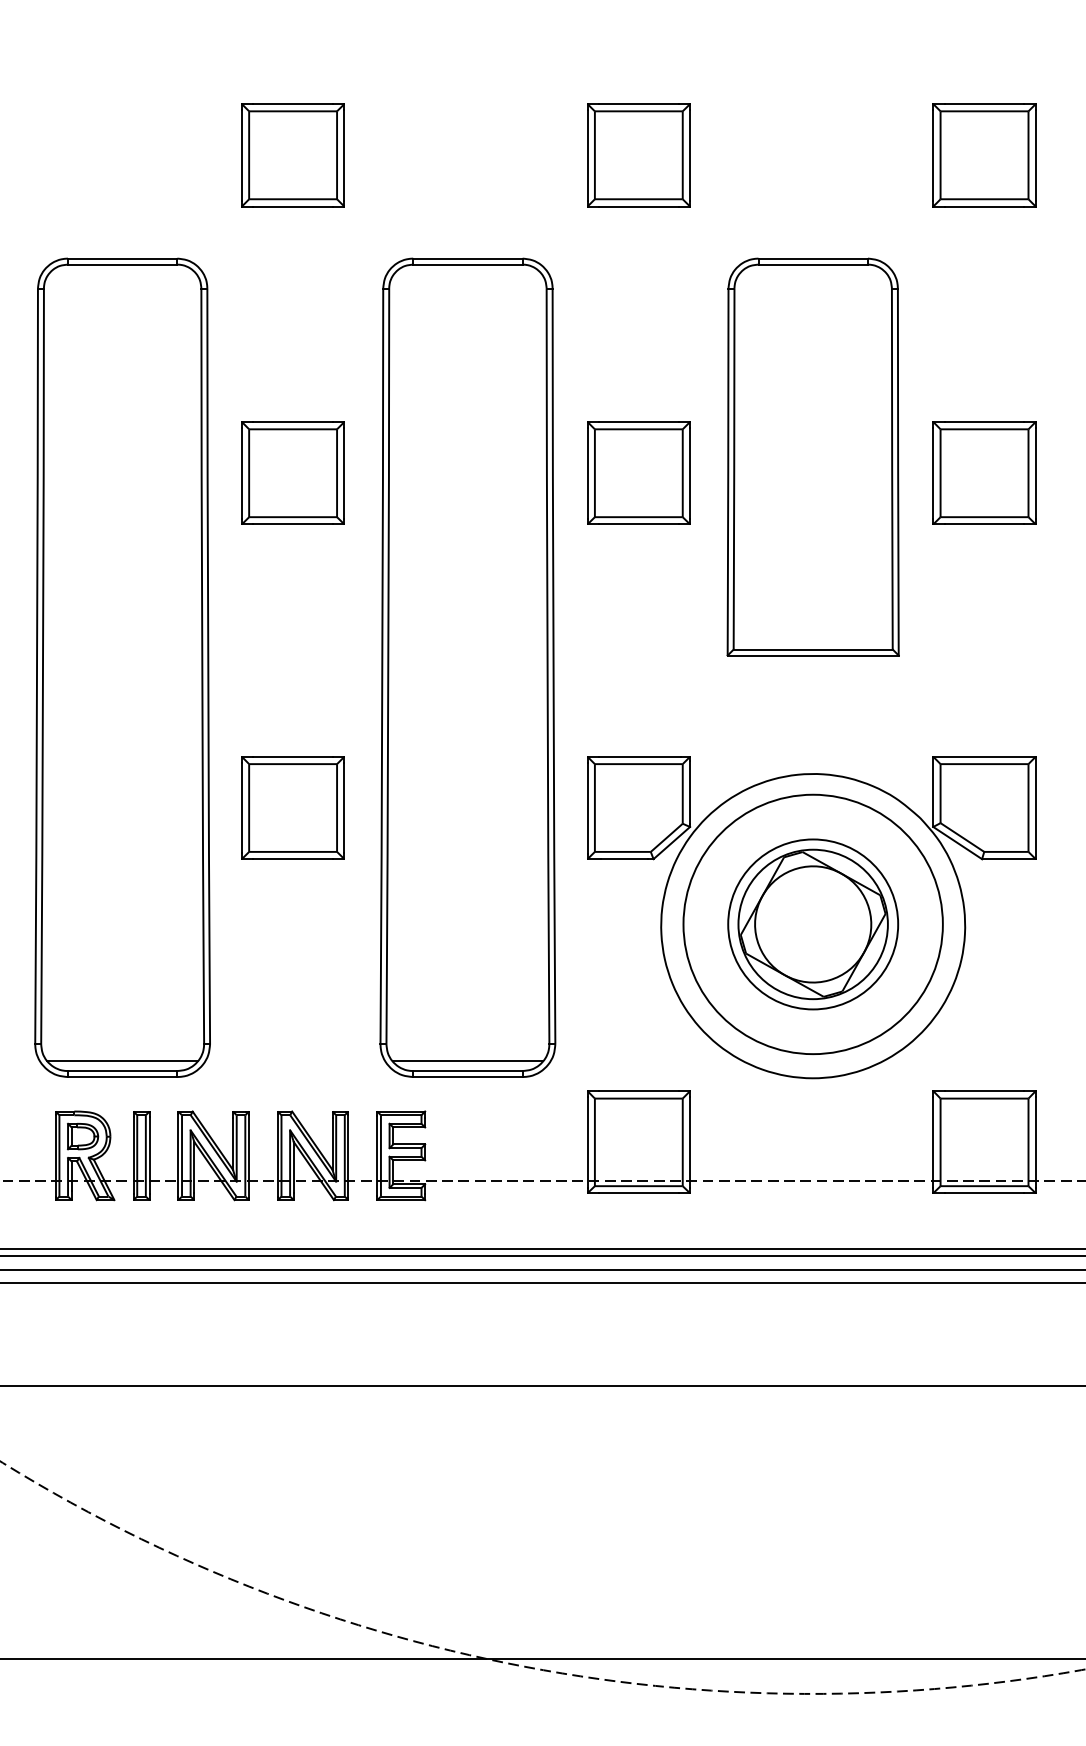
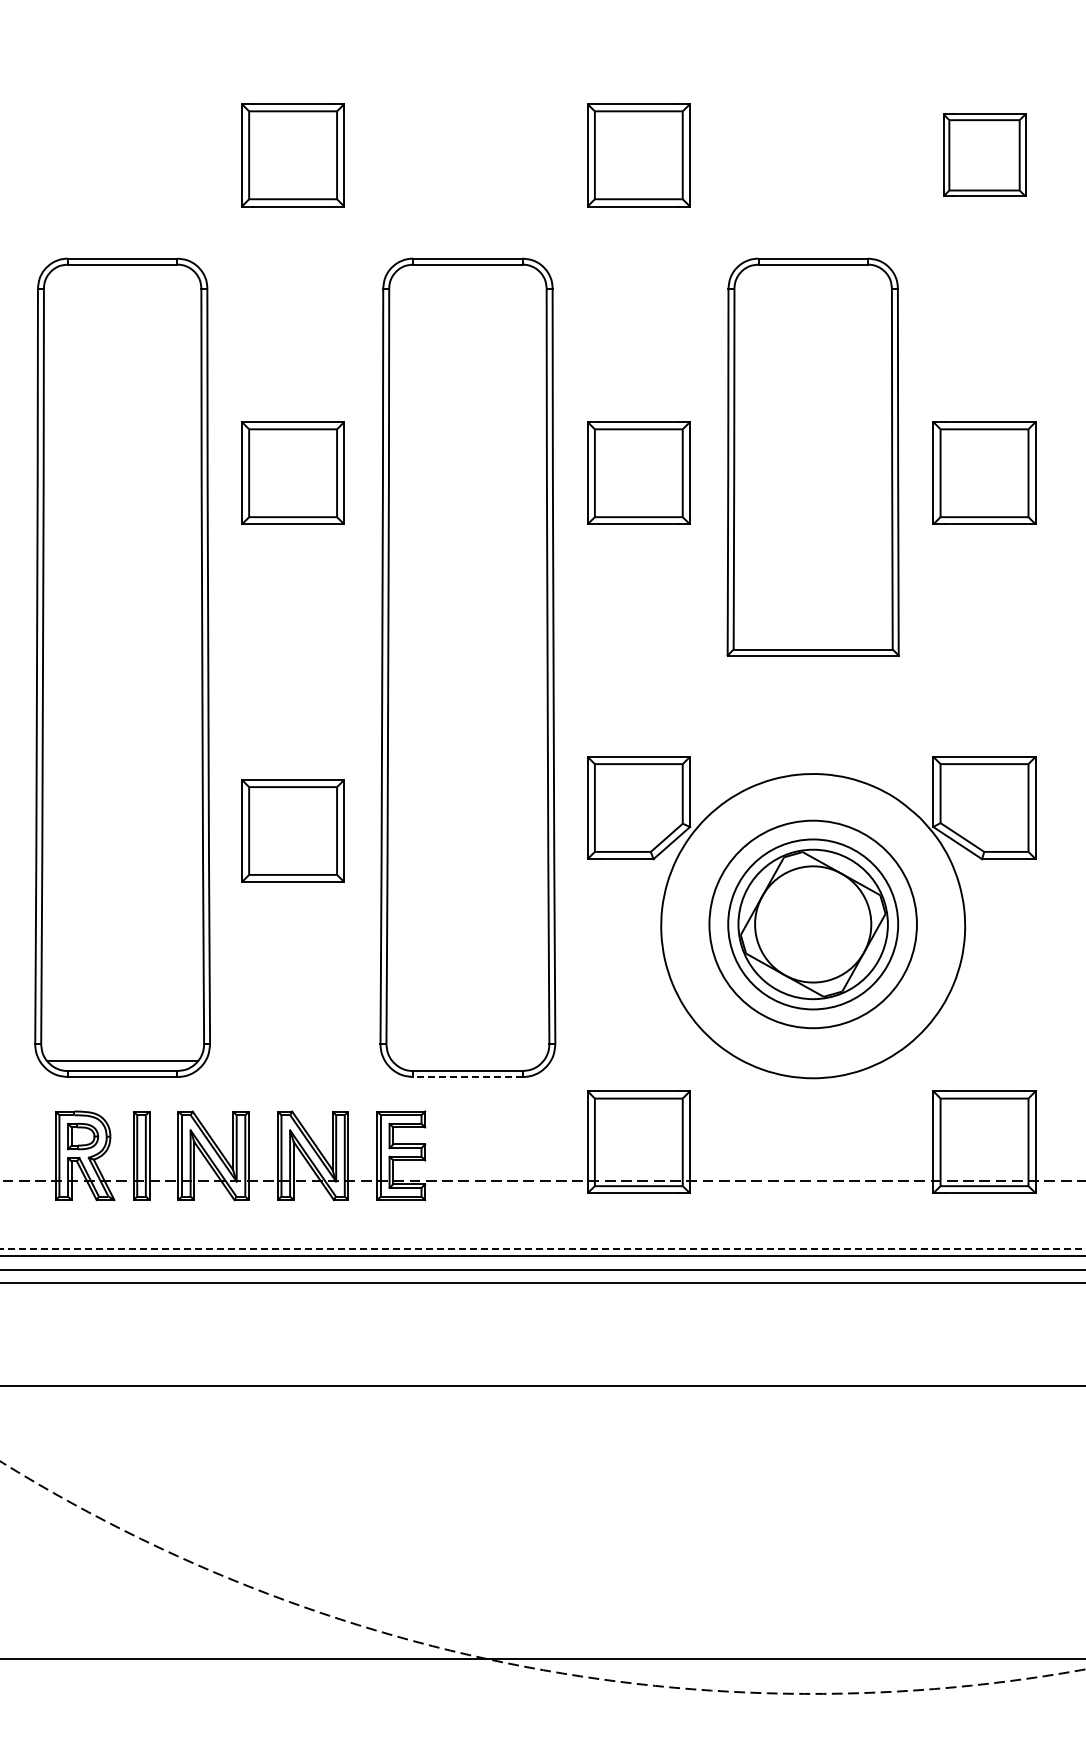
part at (984, 155) size: 105x105 px -> 84x84 px
part at (292, 807) position: (292, 807) -> (292, 830)
circle at (812, 924) diameter: 259 px -> 208 px
line at (467, 1061): present -> none
line at (467, 1077): solid -> dashed
line at (543, 1249): solid -> dashed
